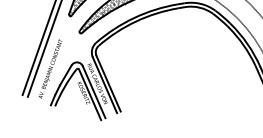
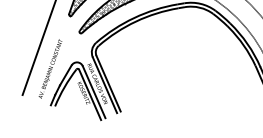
line at (44, 49): present -> none
